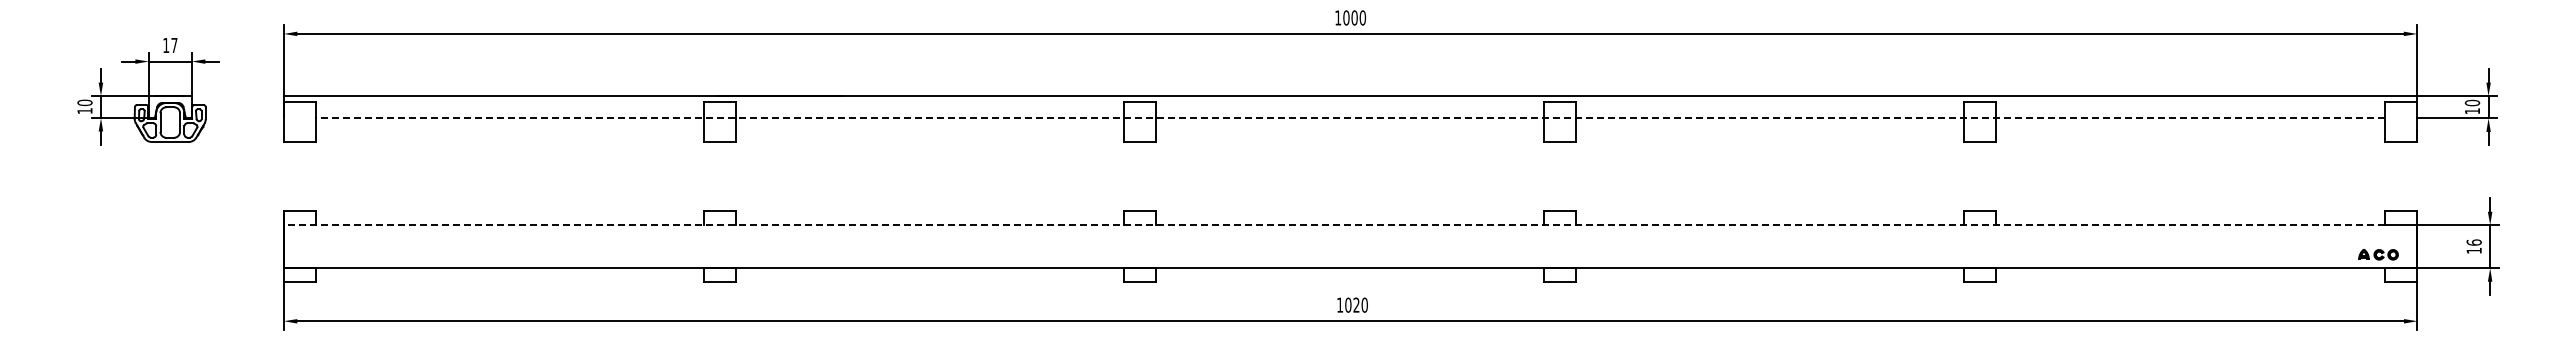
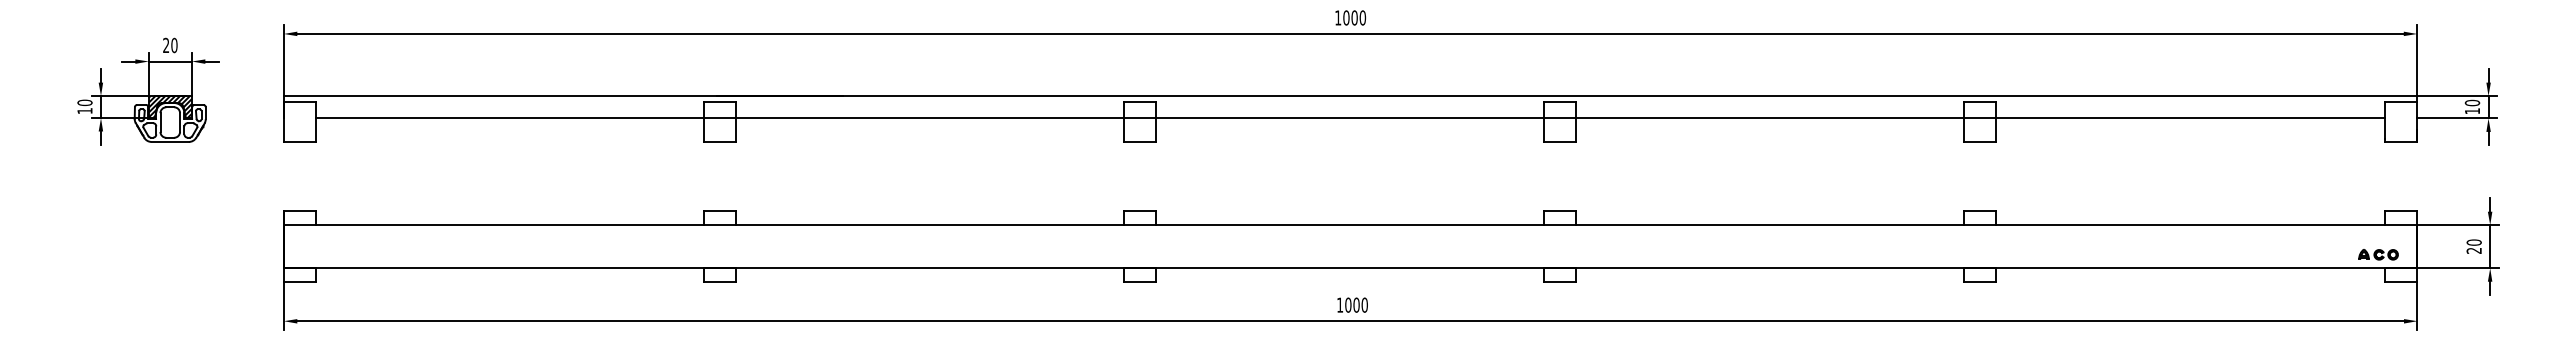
text at (170, 45): 17 -> 20
hatch at (169, 107): none -> present
line at (1350, 118): dashed -> solid
line at (1334, 225): dashed -> solid
text at (2473, 246): 16 -> 20
text at (1356, 304): 1020 -> 1000
